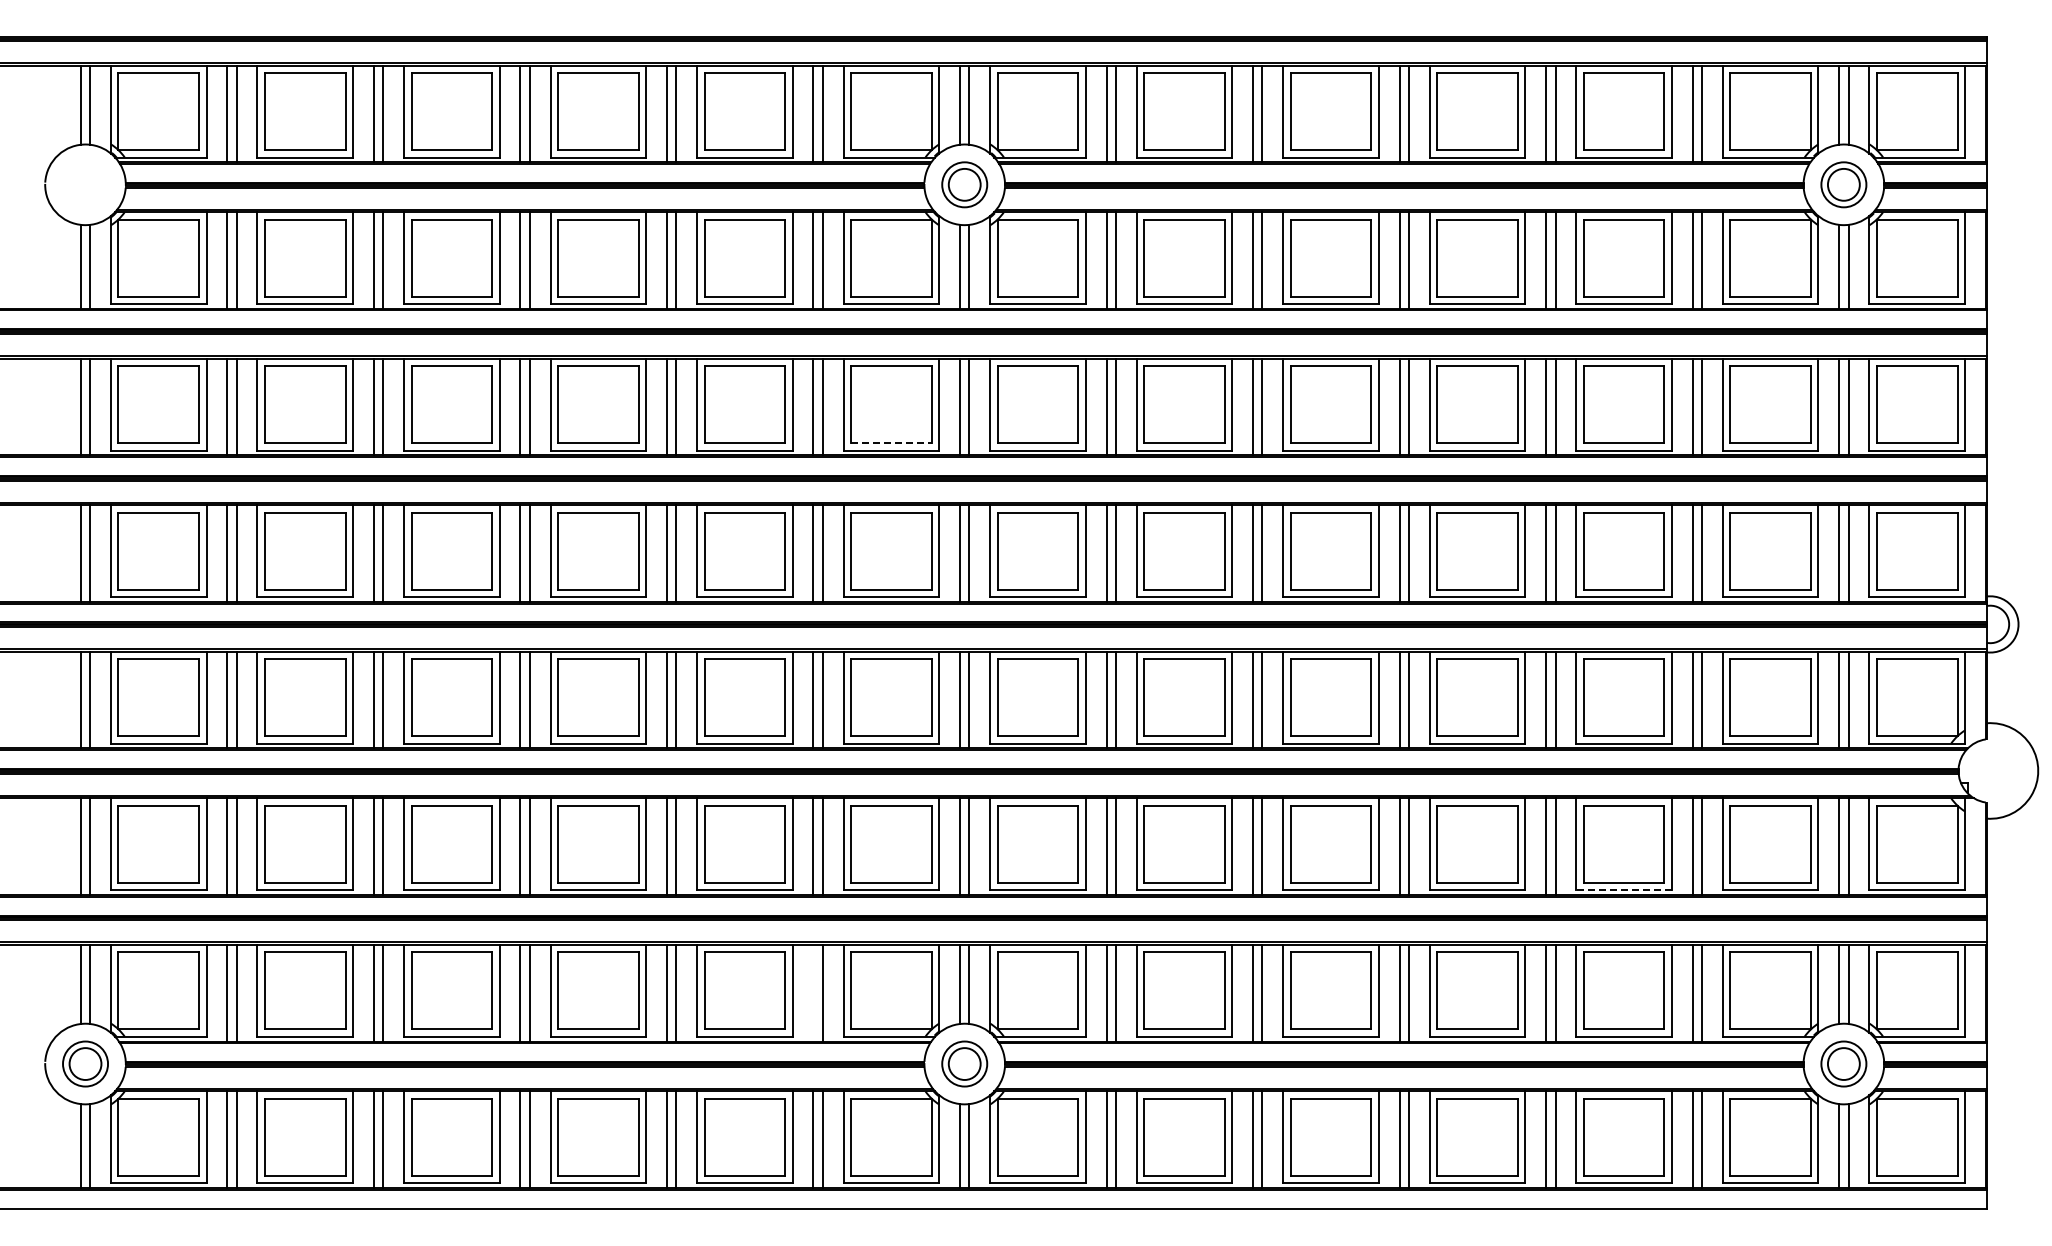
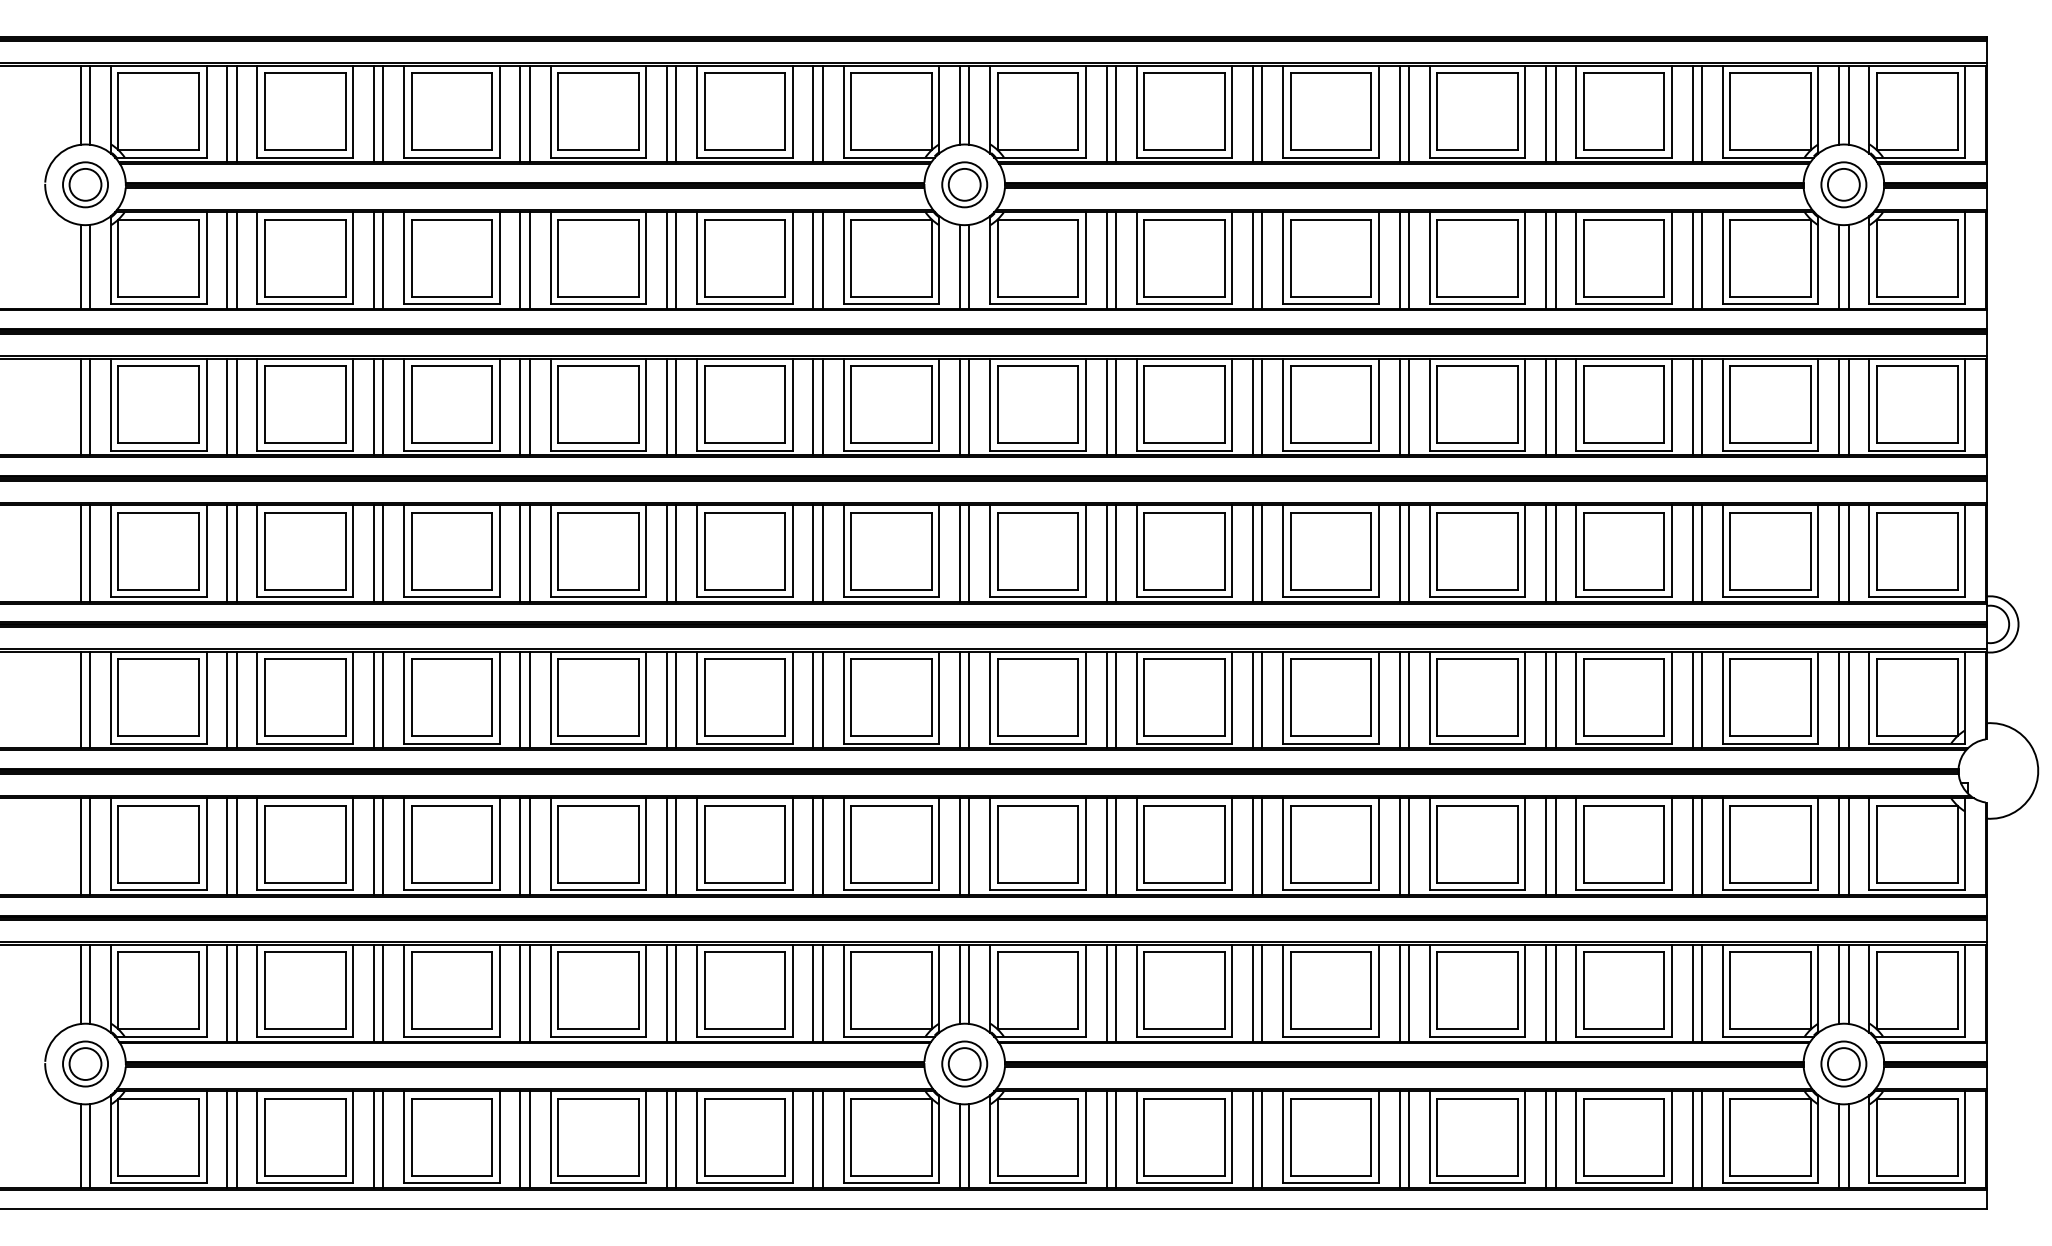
part at (85, 184): none -> present
line at (891, 443): dashed -> solid
line at (1624, 890): dashed -> solid
line at (813, 992): none -> present
